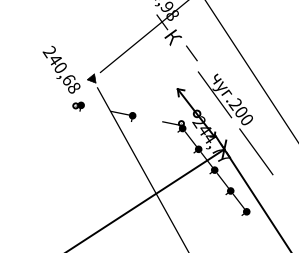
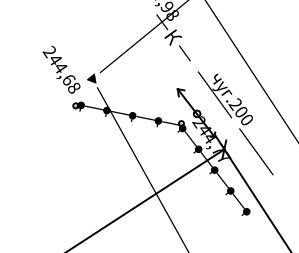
line at (191, 53) position: (191, 53) -> (184, 53)
text at (60, 67): 240,68 -> 244,68
fill at (97, 110): none -> present
fill at (149, 121): none -> present
